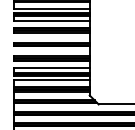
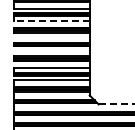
line at (51, 20): solid -> dashed
line at (116, 104): solid -> dashed
